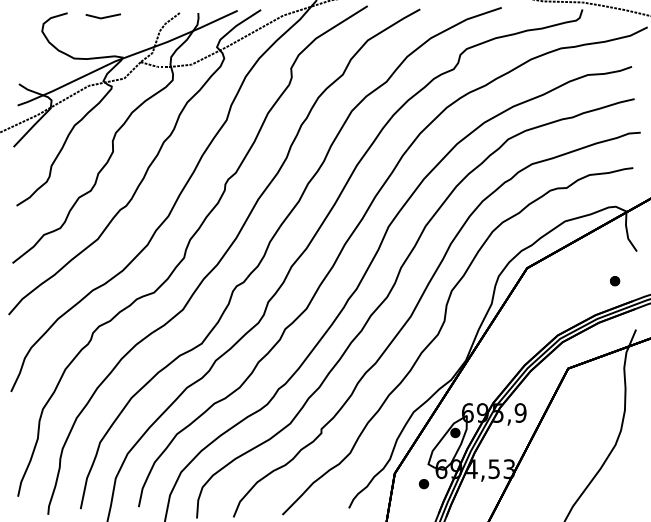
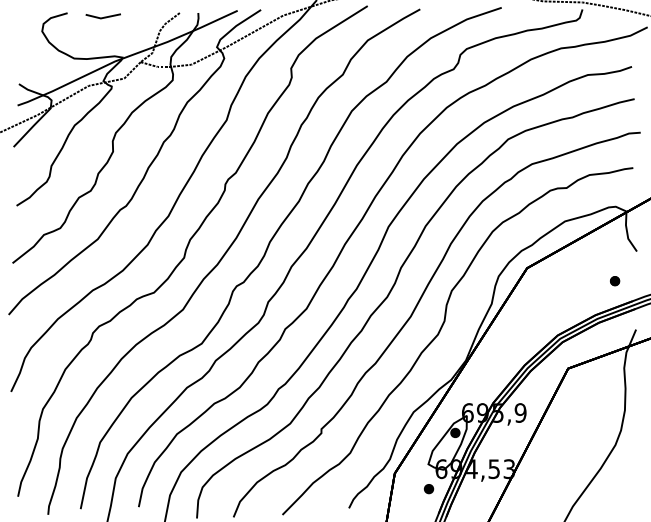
part at (424, 484) position: (424, 484) -> (429, 489)
